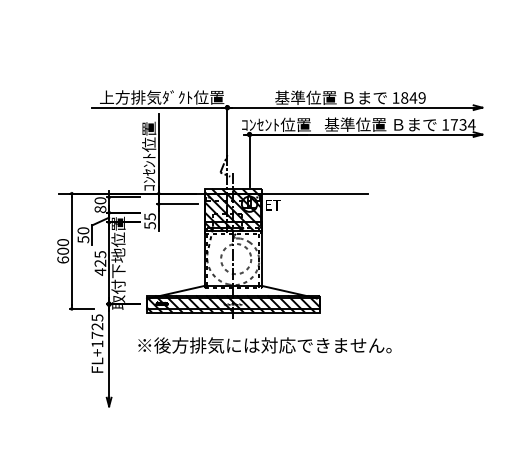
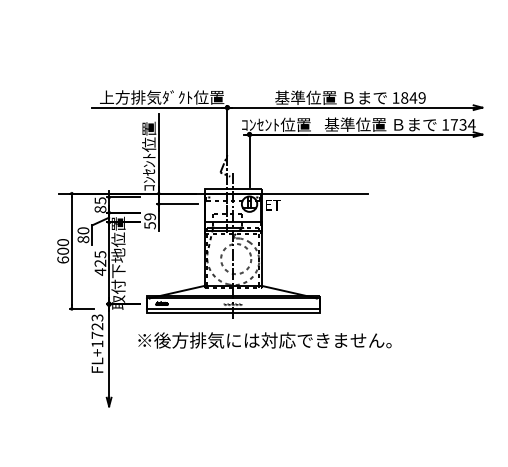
text at (100, 200): 80 -> 85
hatch at (232, 209): present -> none
text at (149, 216): 55 -> 59
text at (83, 239): 50 -> 80
hatch at (232, 303): present -> none
text at (96, 317): FL+1725 -> FL+1723
text at (264, 345) position: (264, 345) -> (264, 340)
